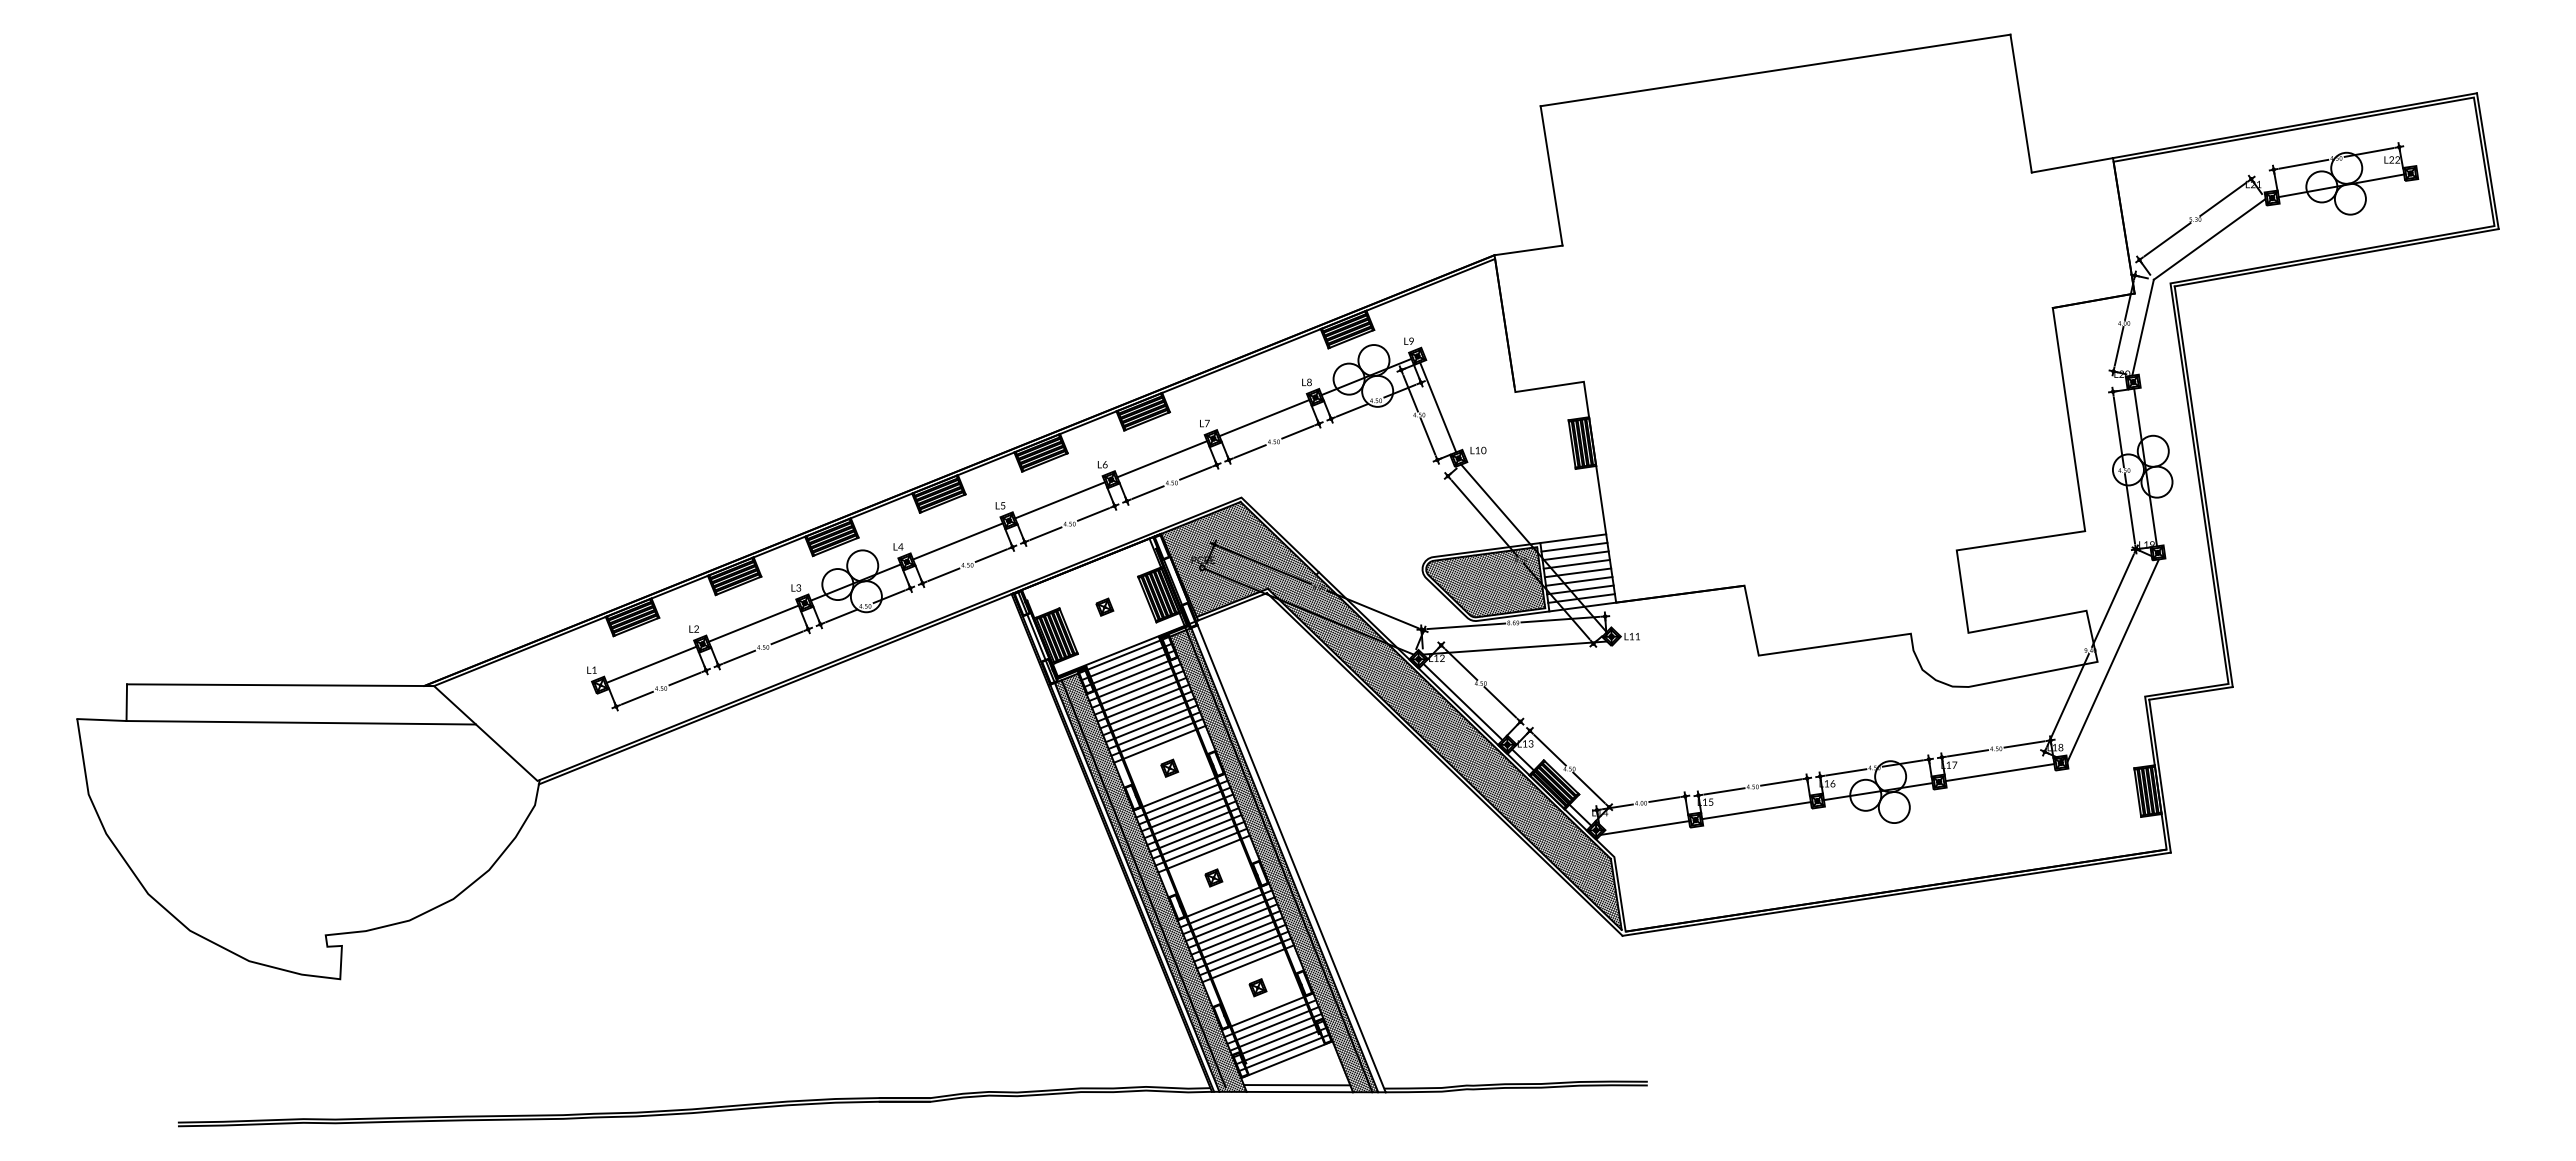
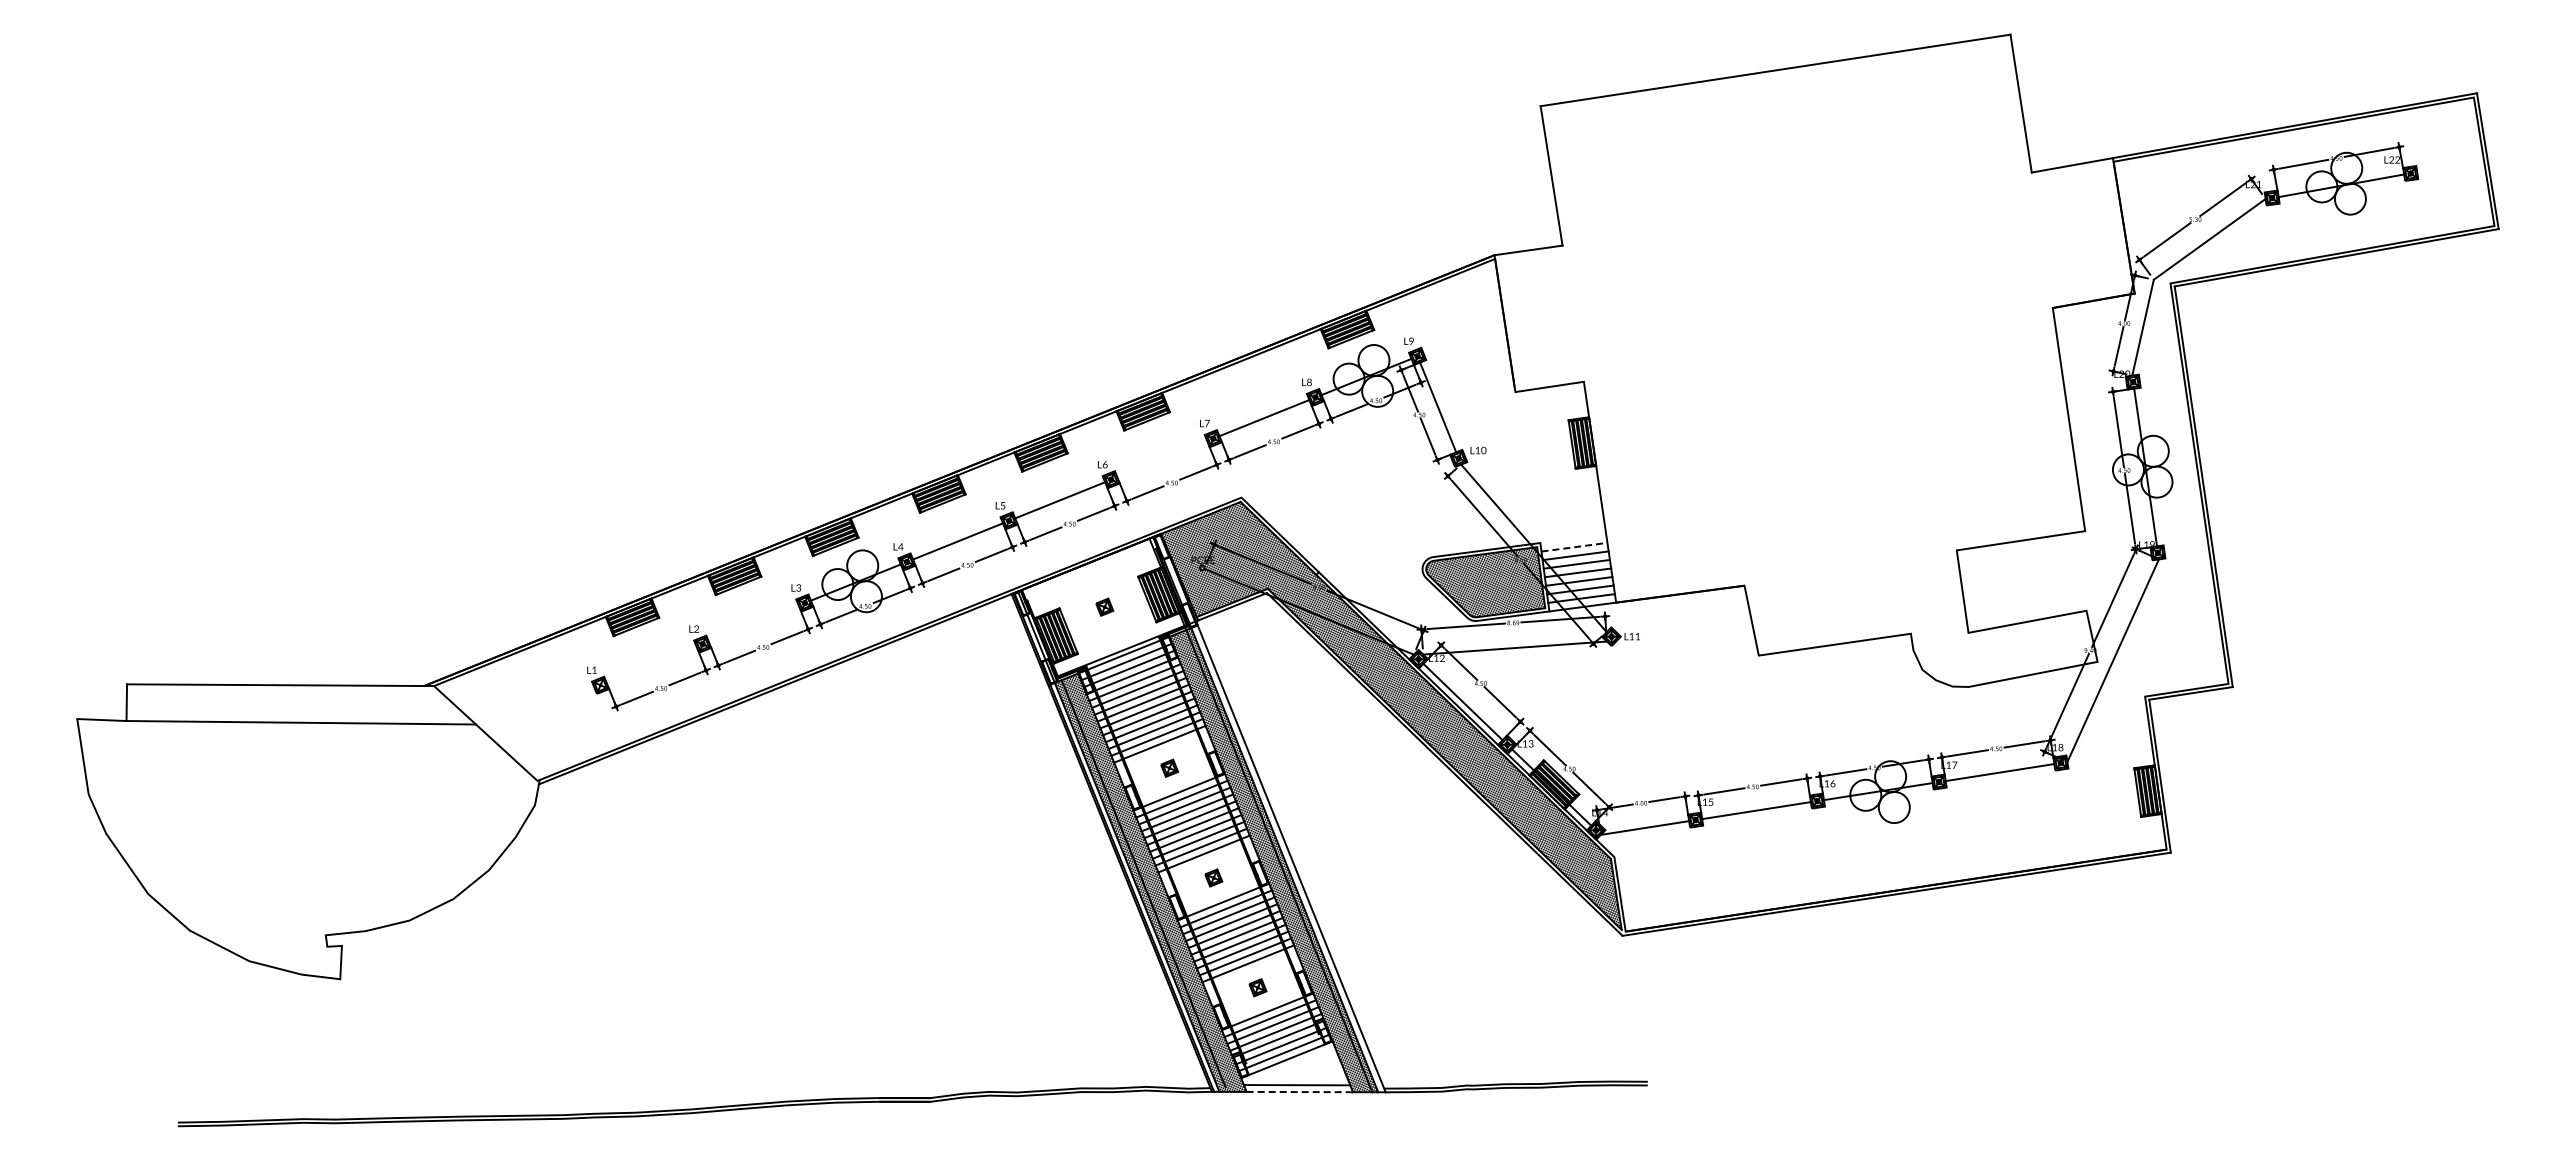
line at (1162, 459): present -> none
line at (1573, 538): present -> none
line at (1574, 547): solid -> dashed
line at (753, 623): present -> none
line at (651, 664): present -> none
line at (1300, 1092): solid -> dashed
